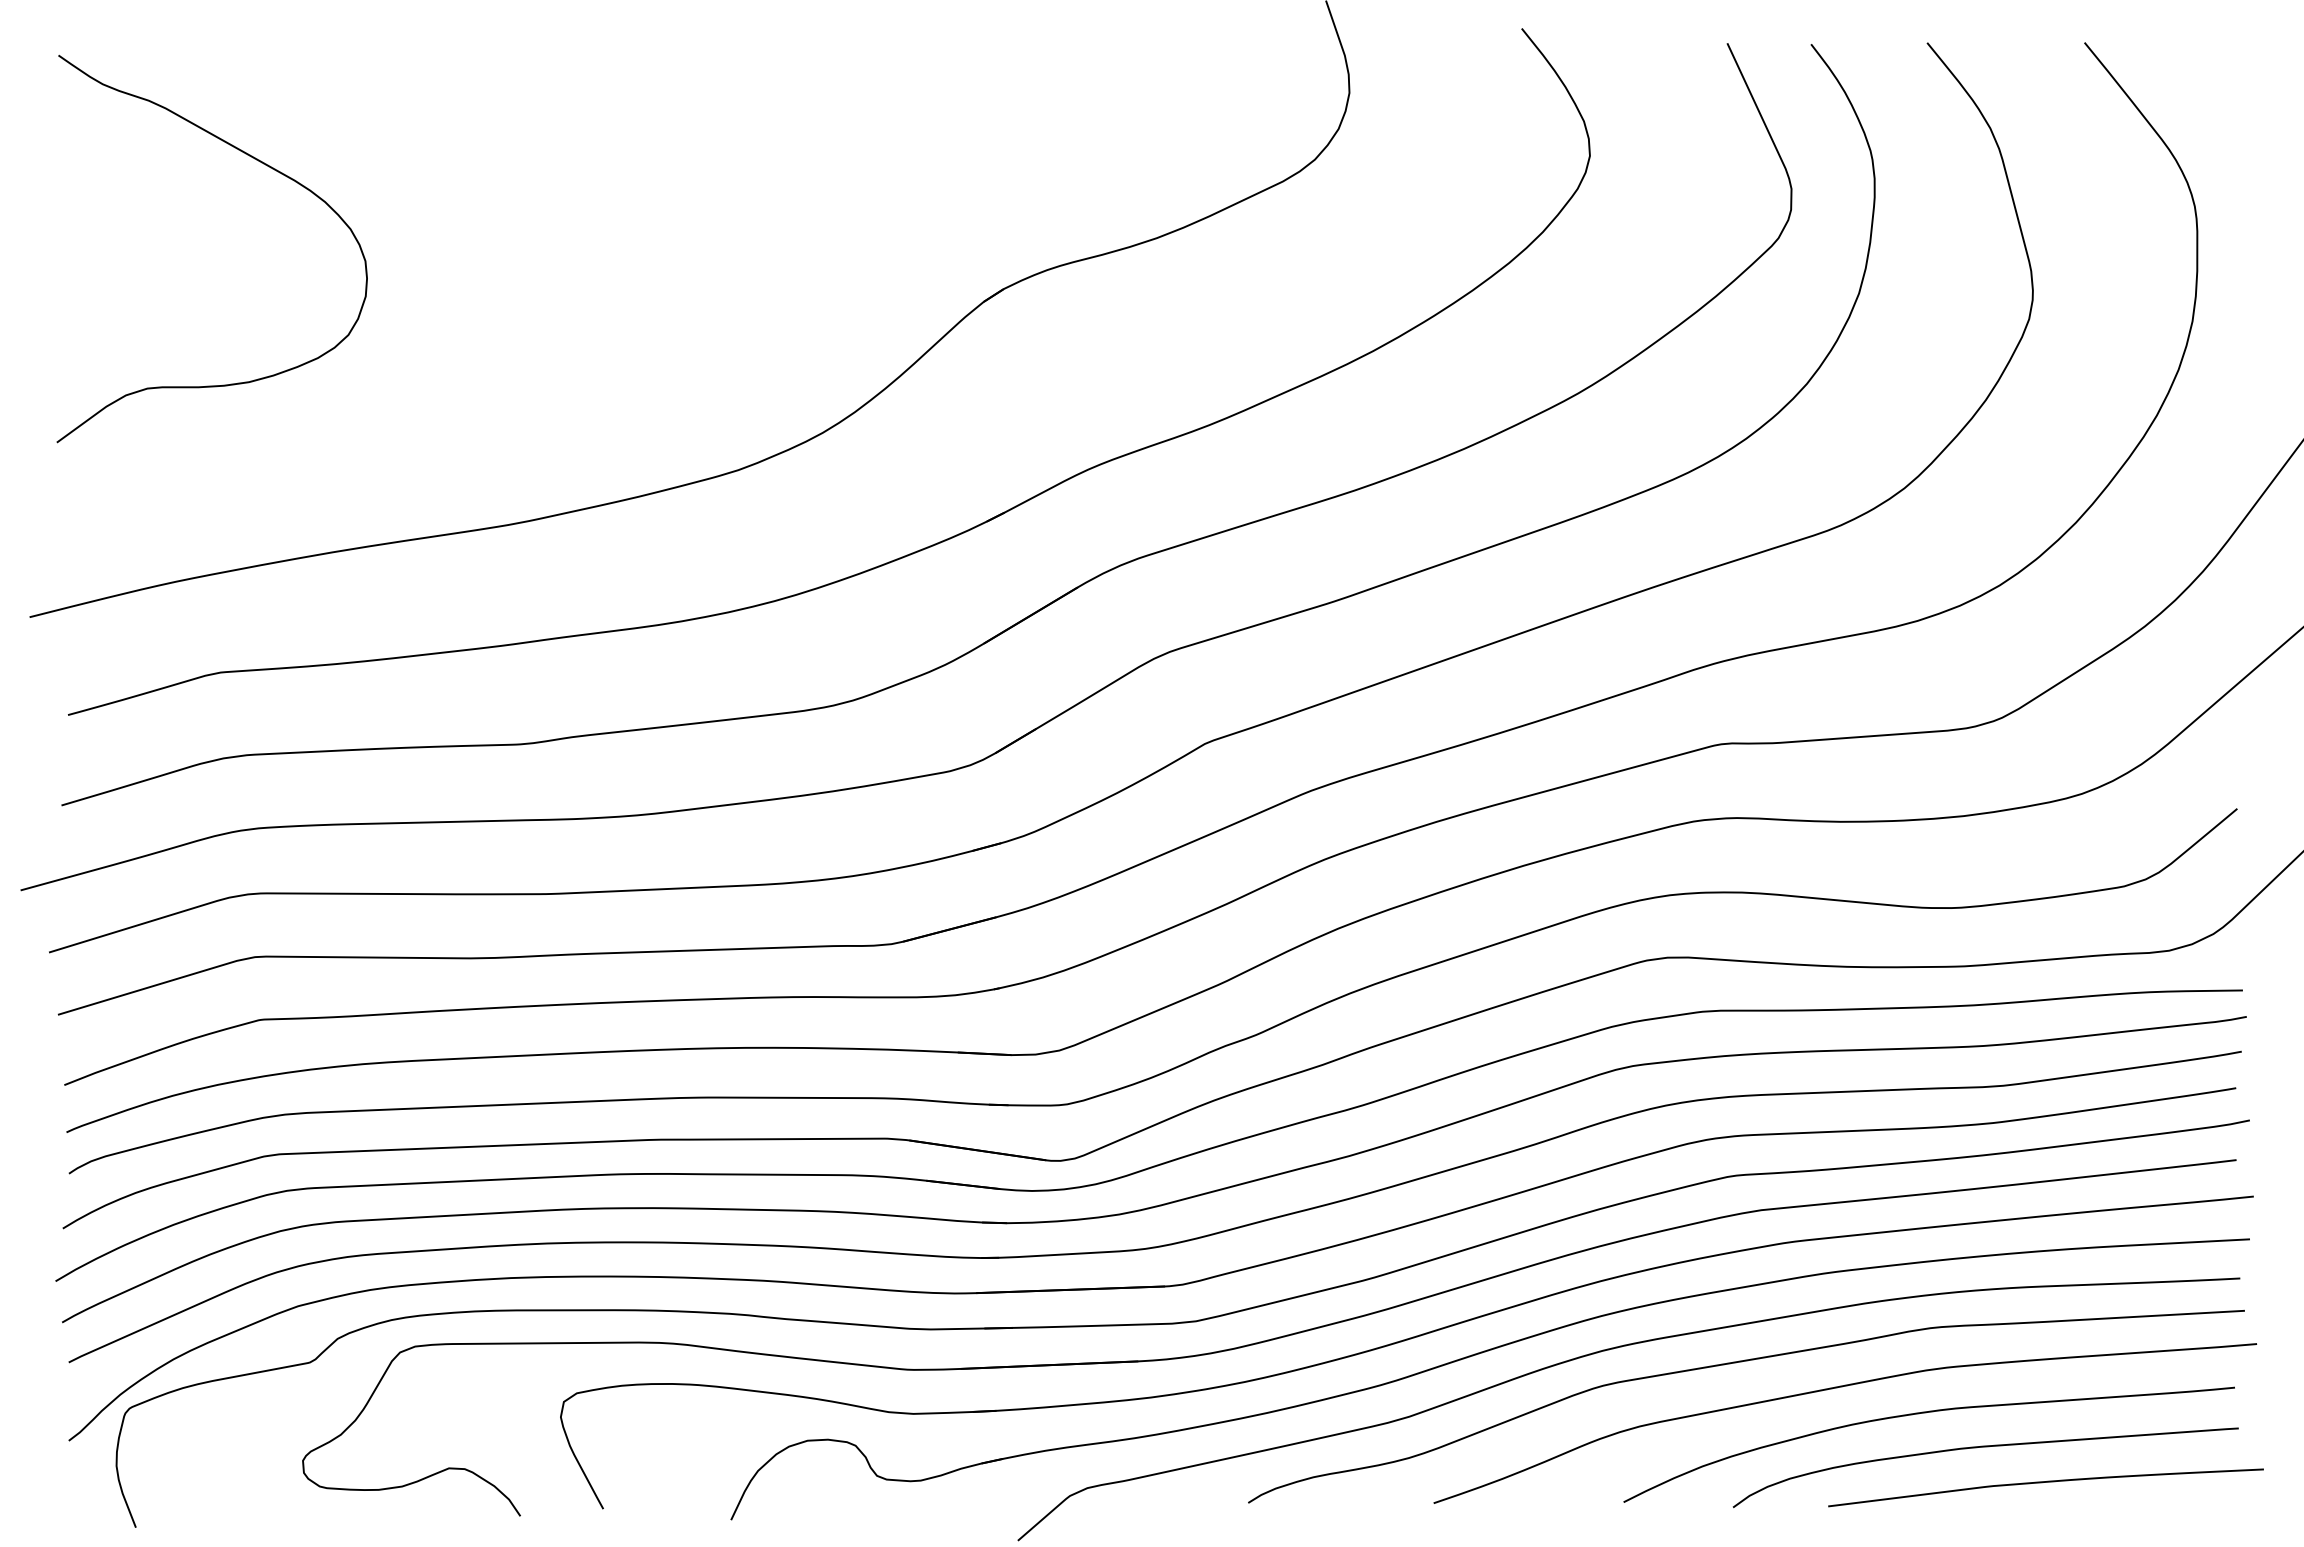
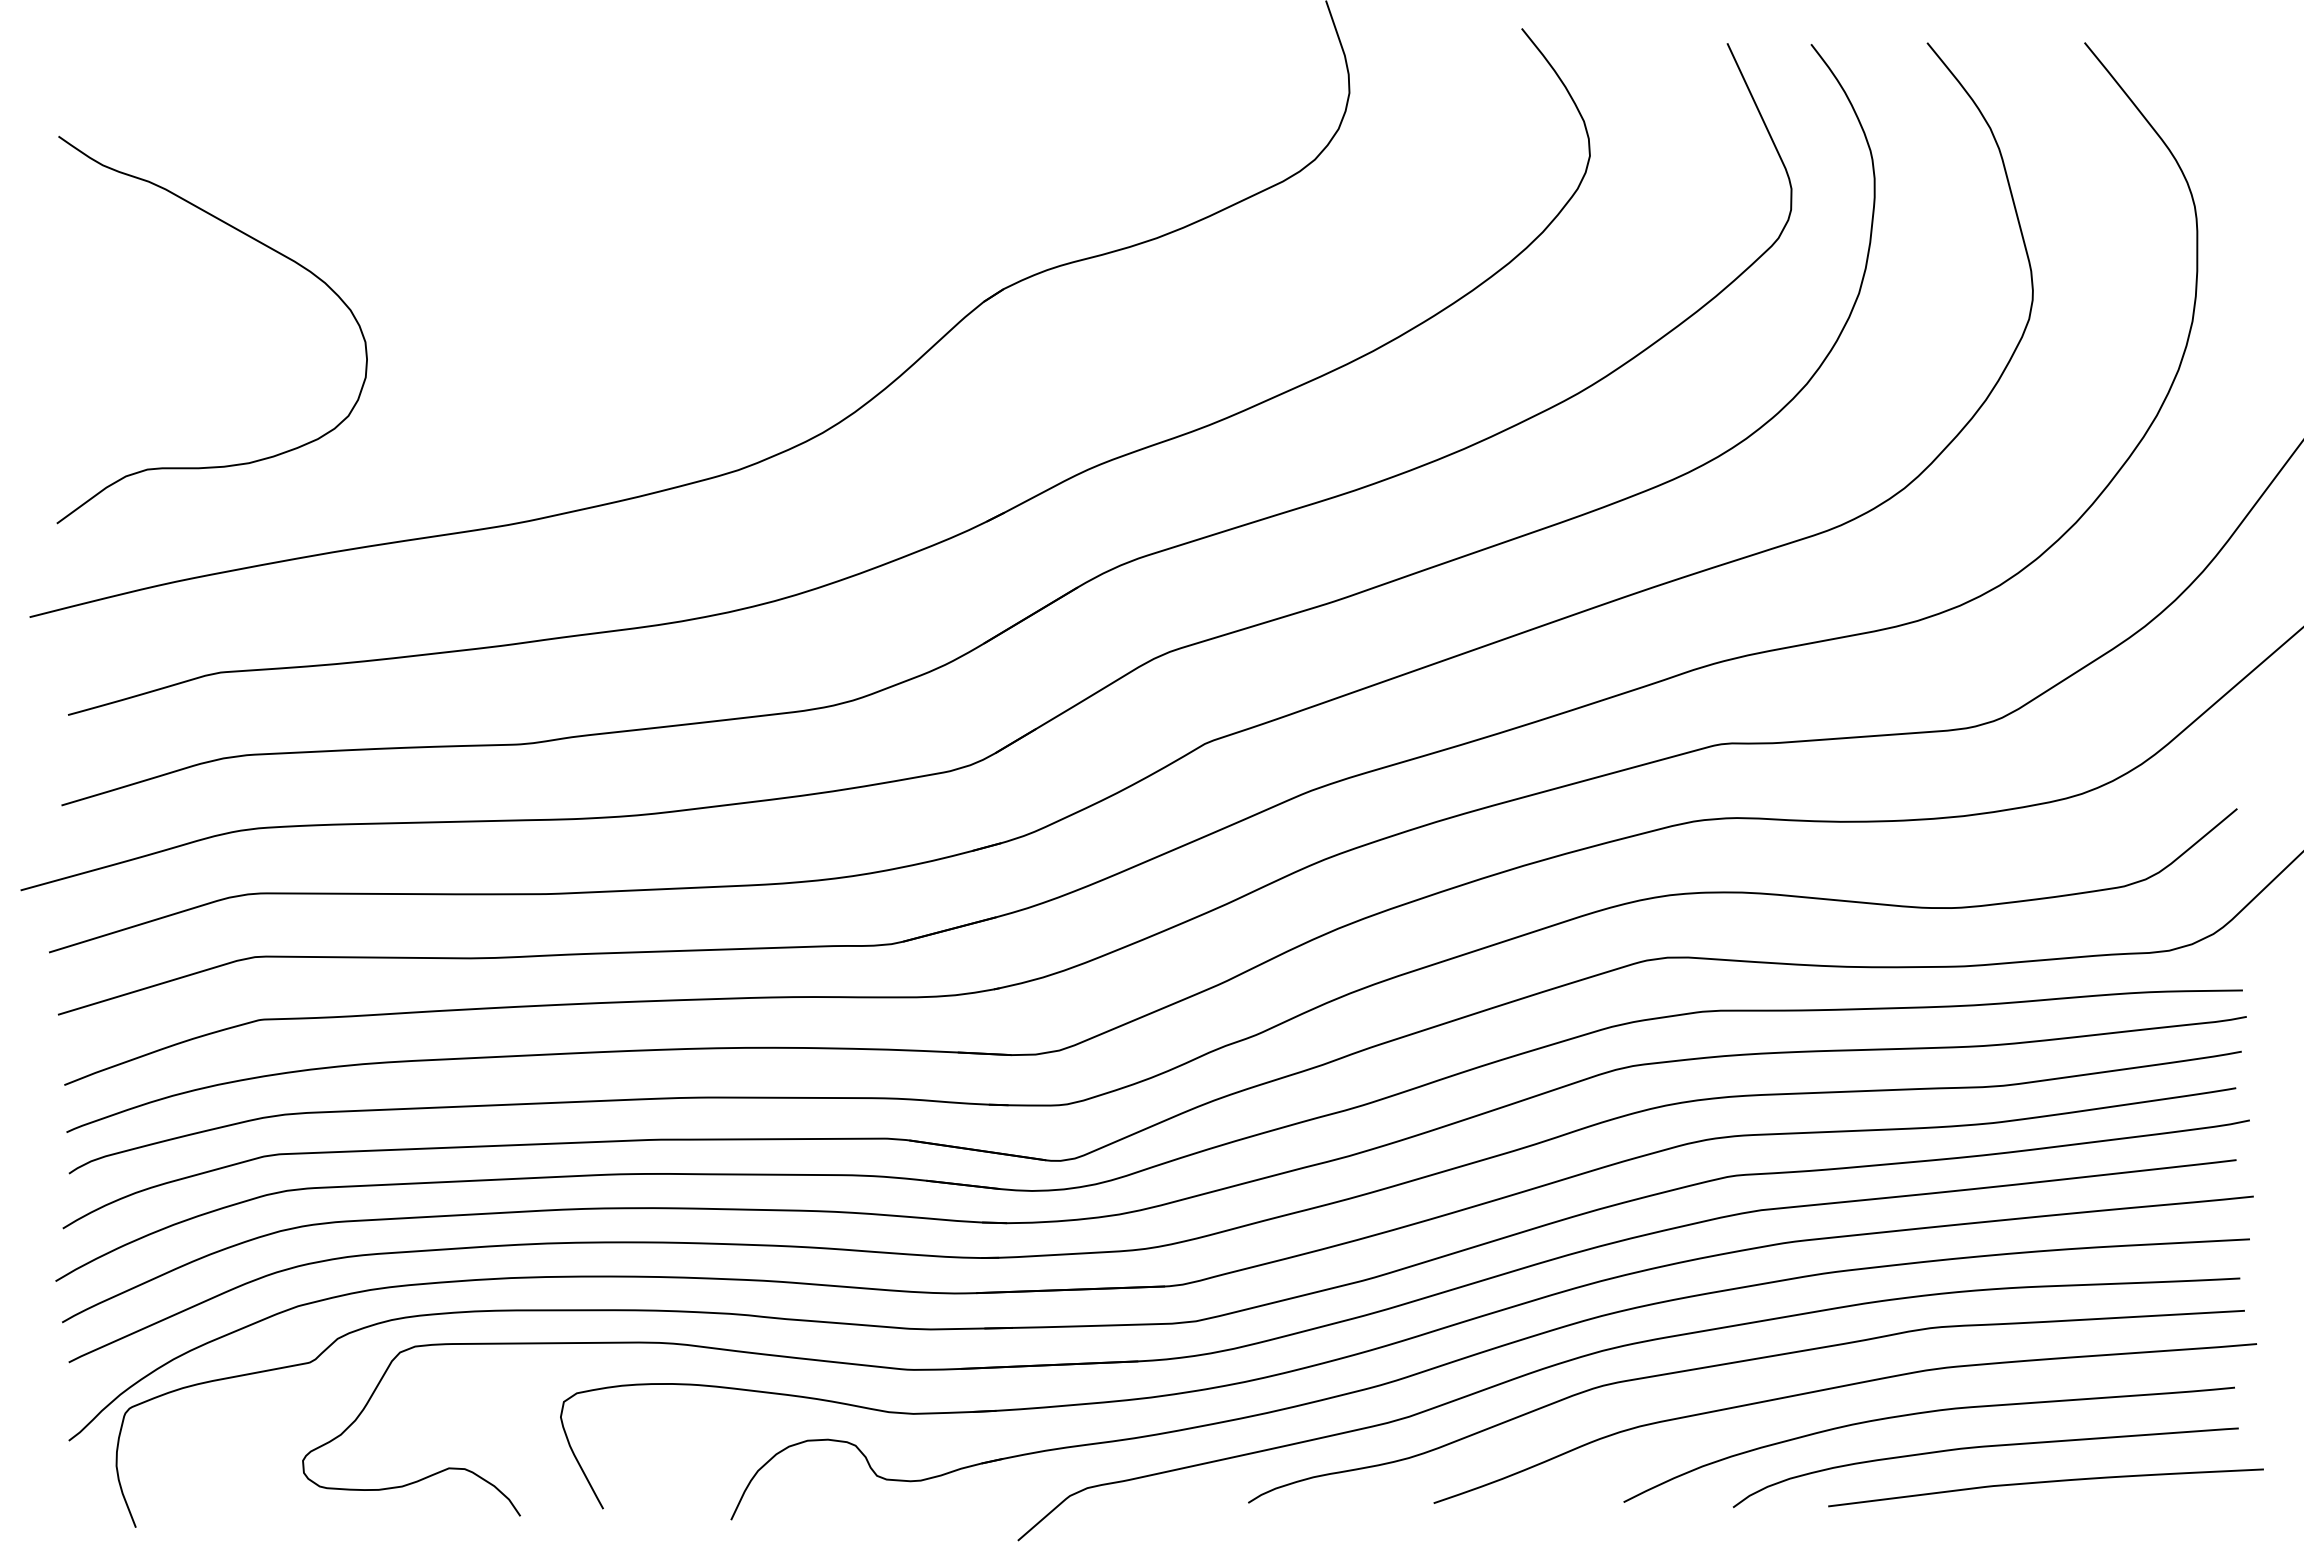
curve at (261, 163) position: (261, 163) -> (261, 244)
